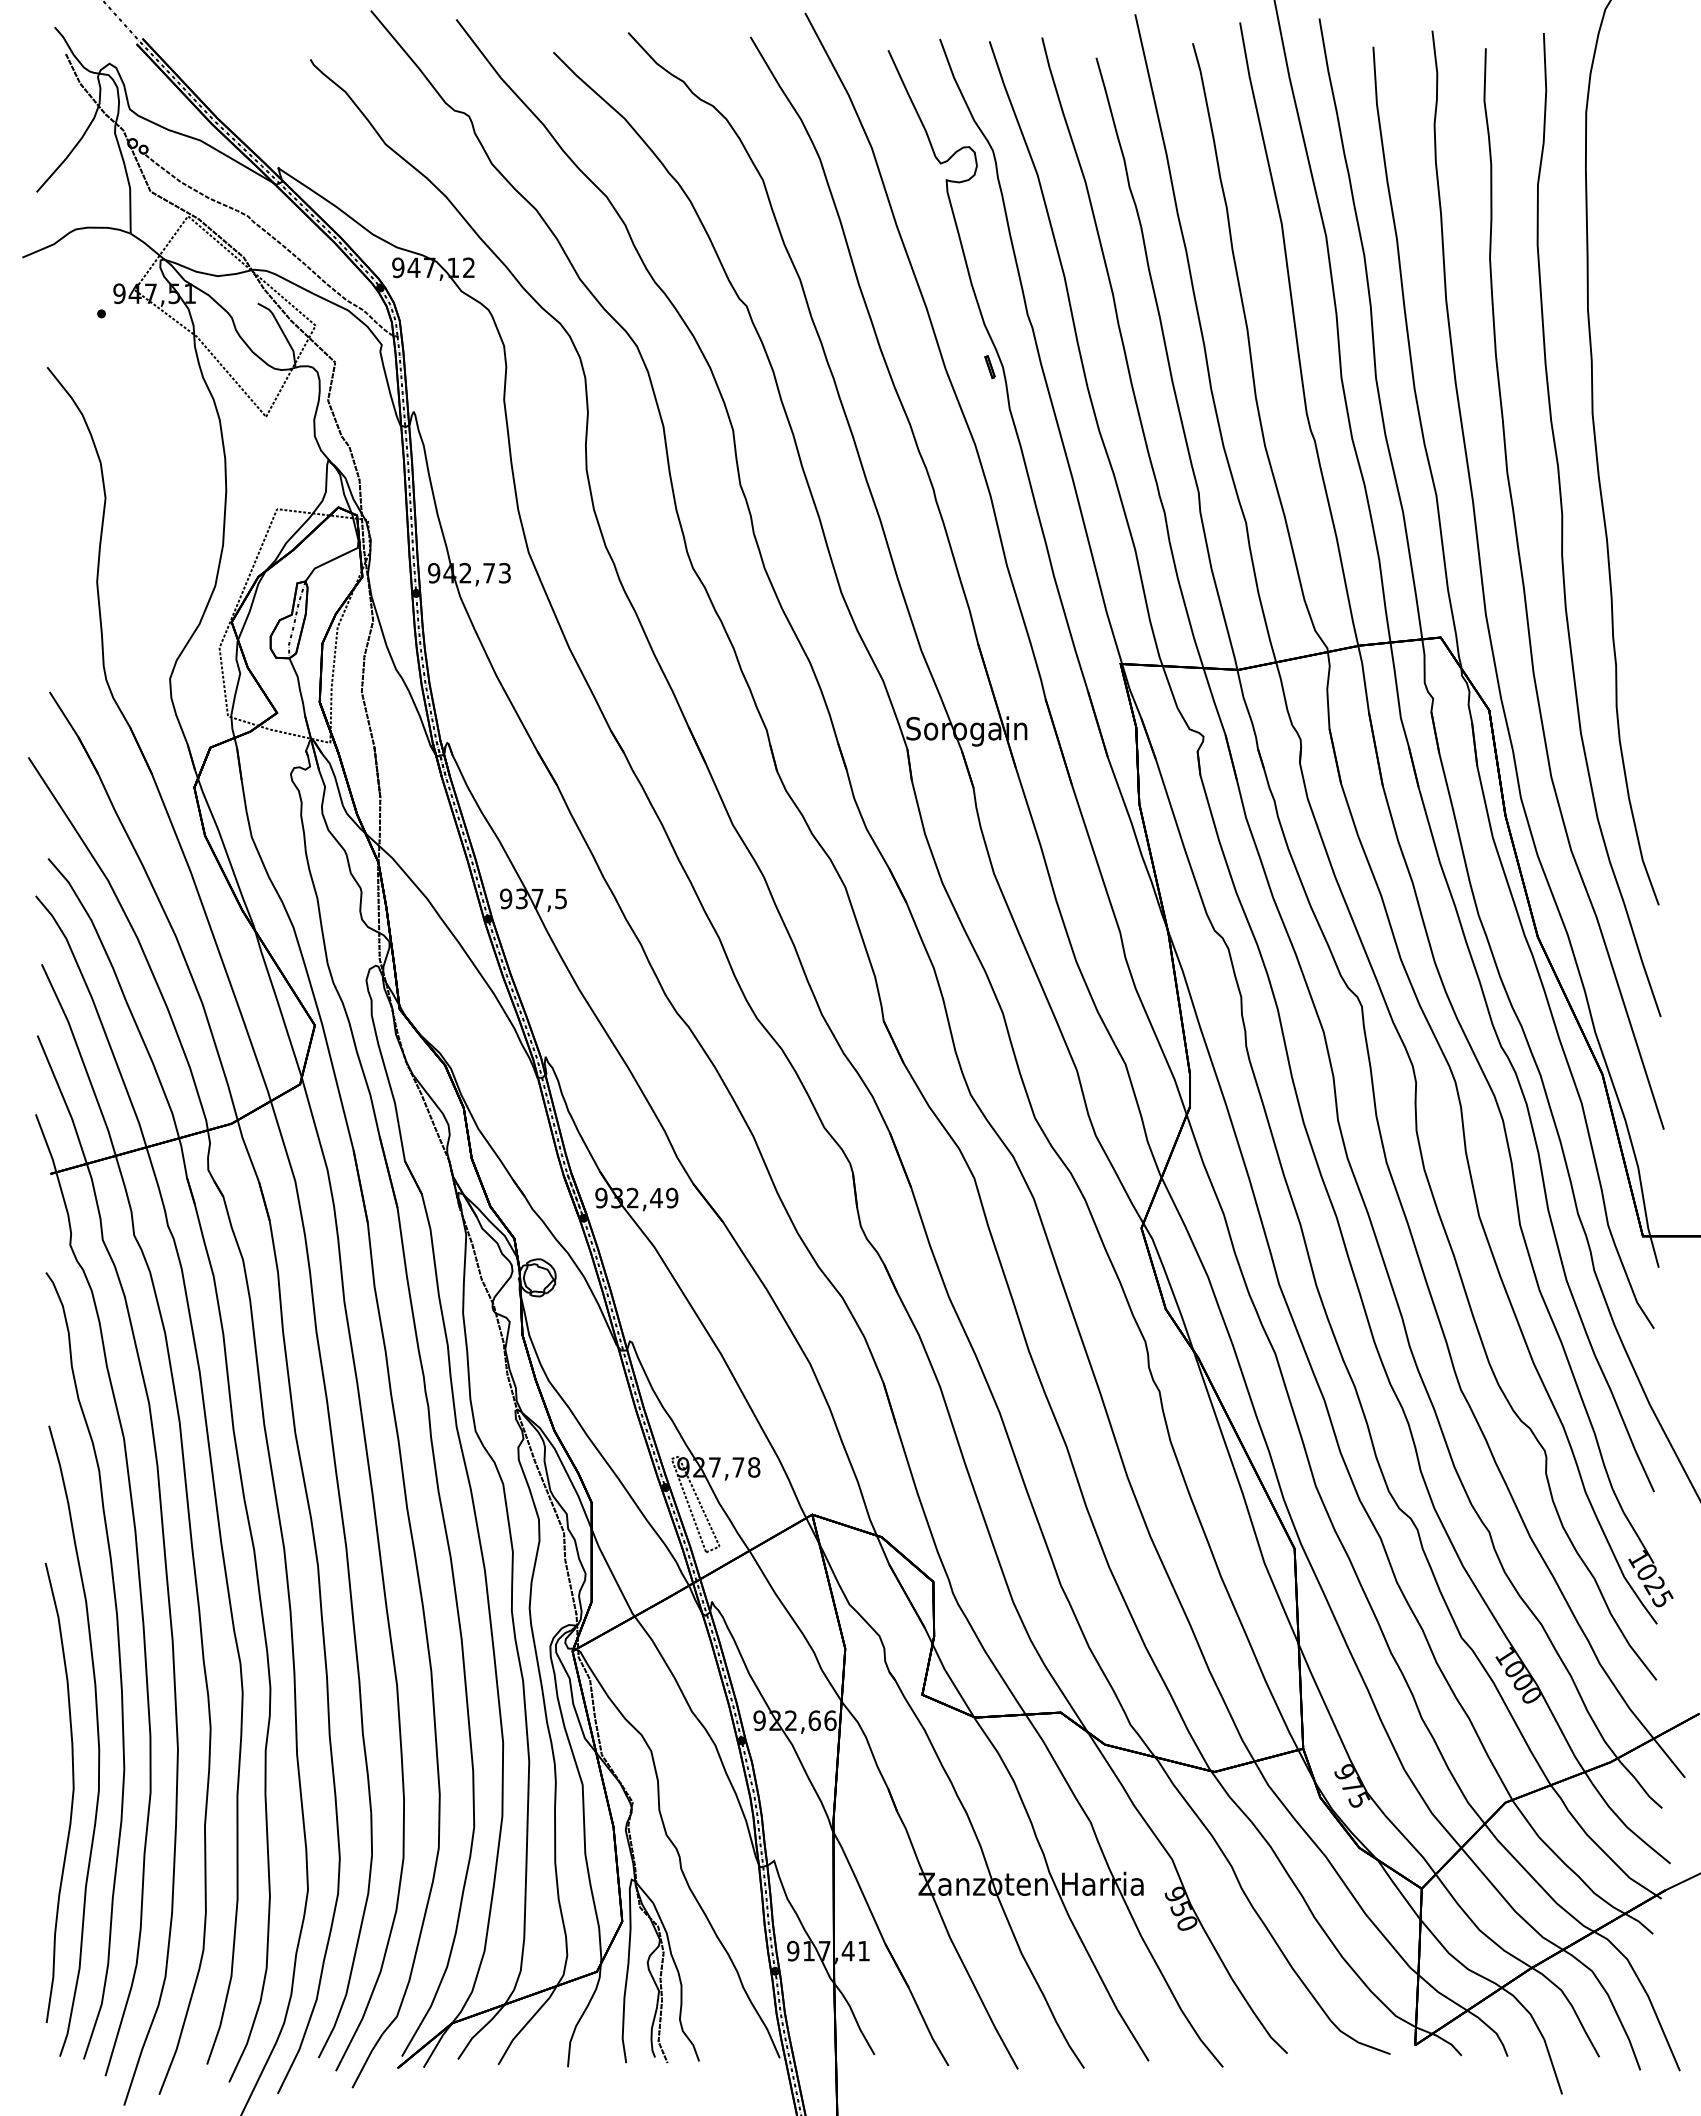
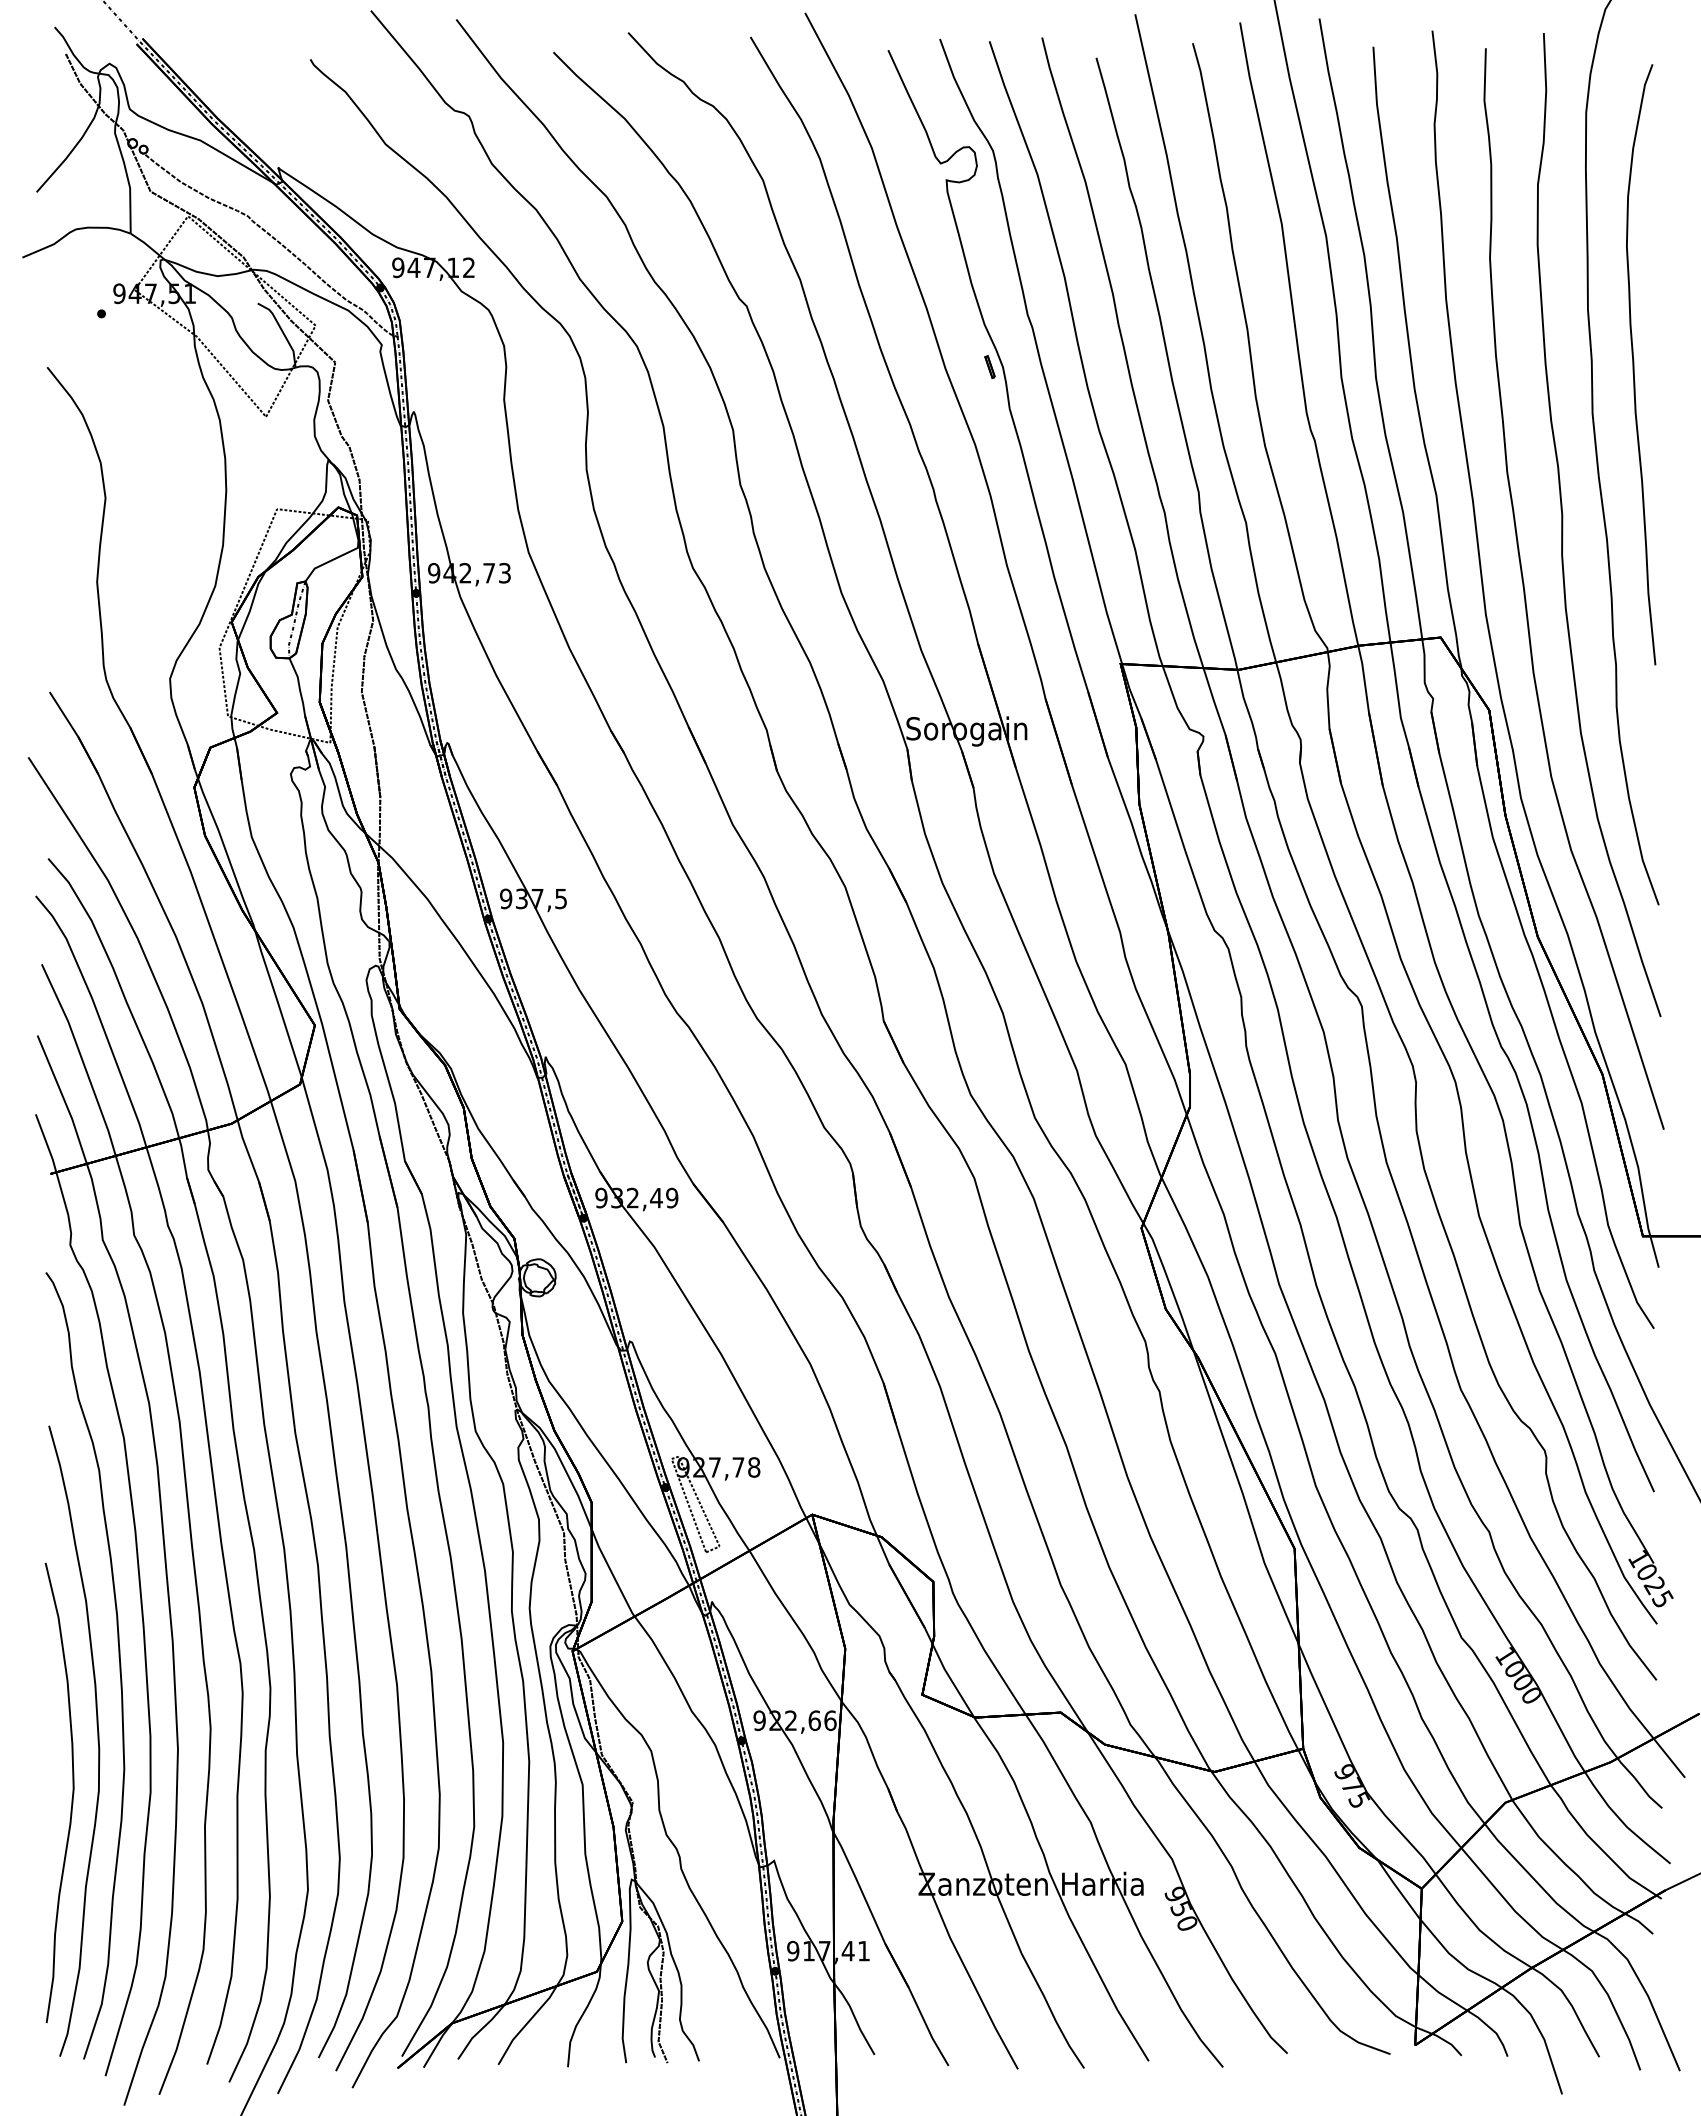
curve at (1634, 364): none -> present
